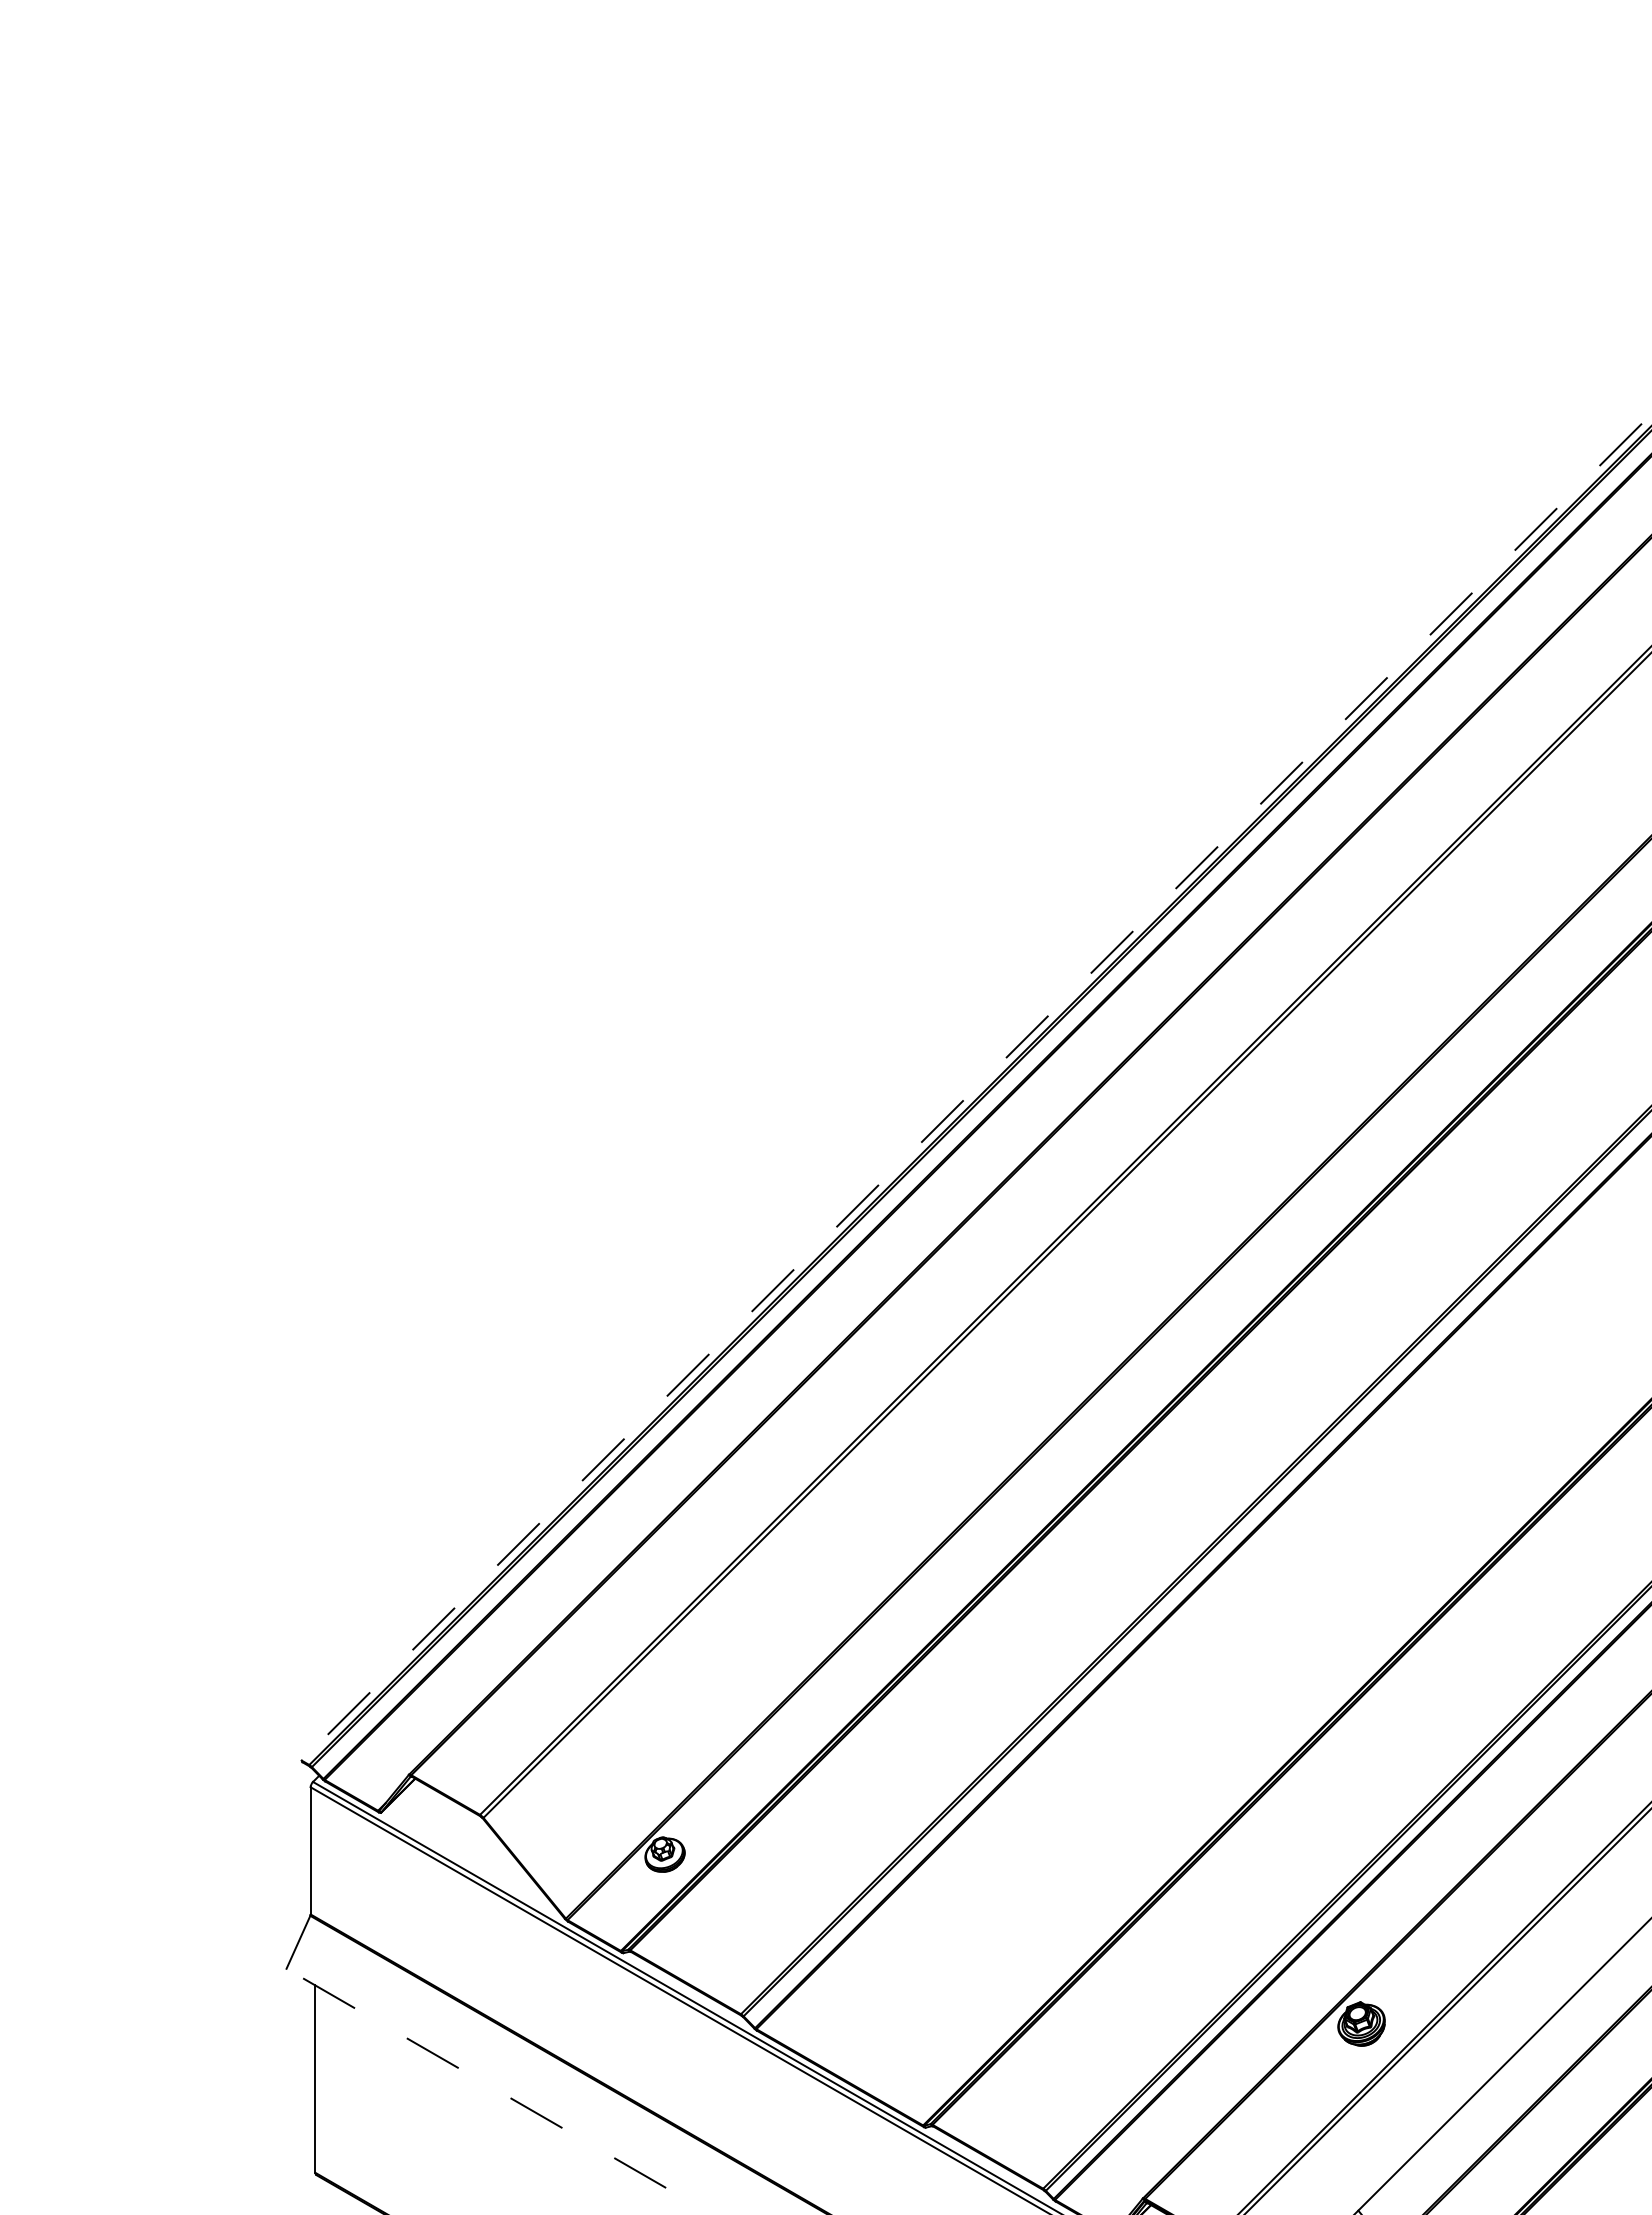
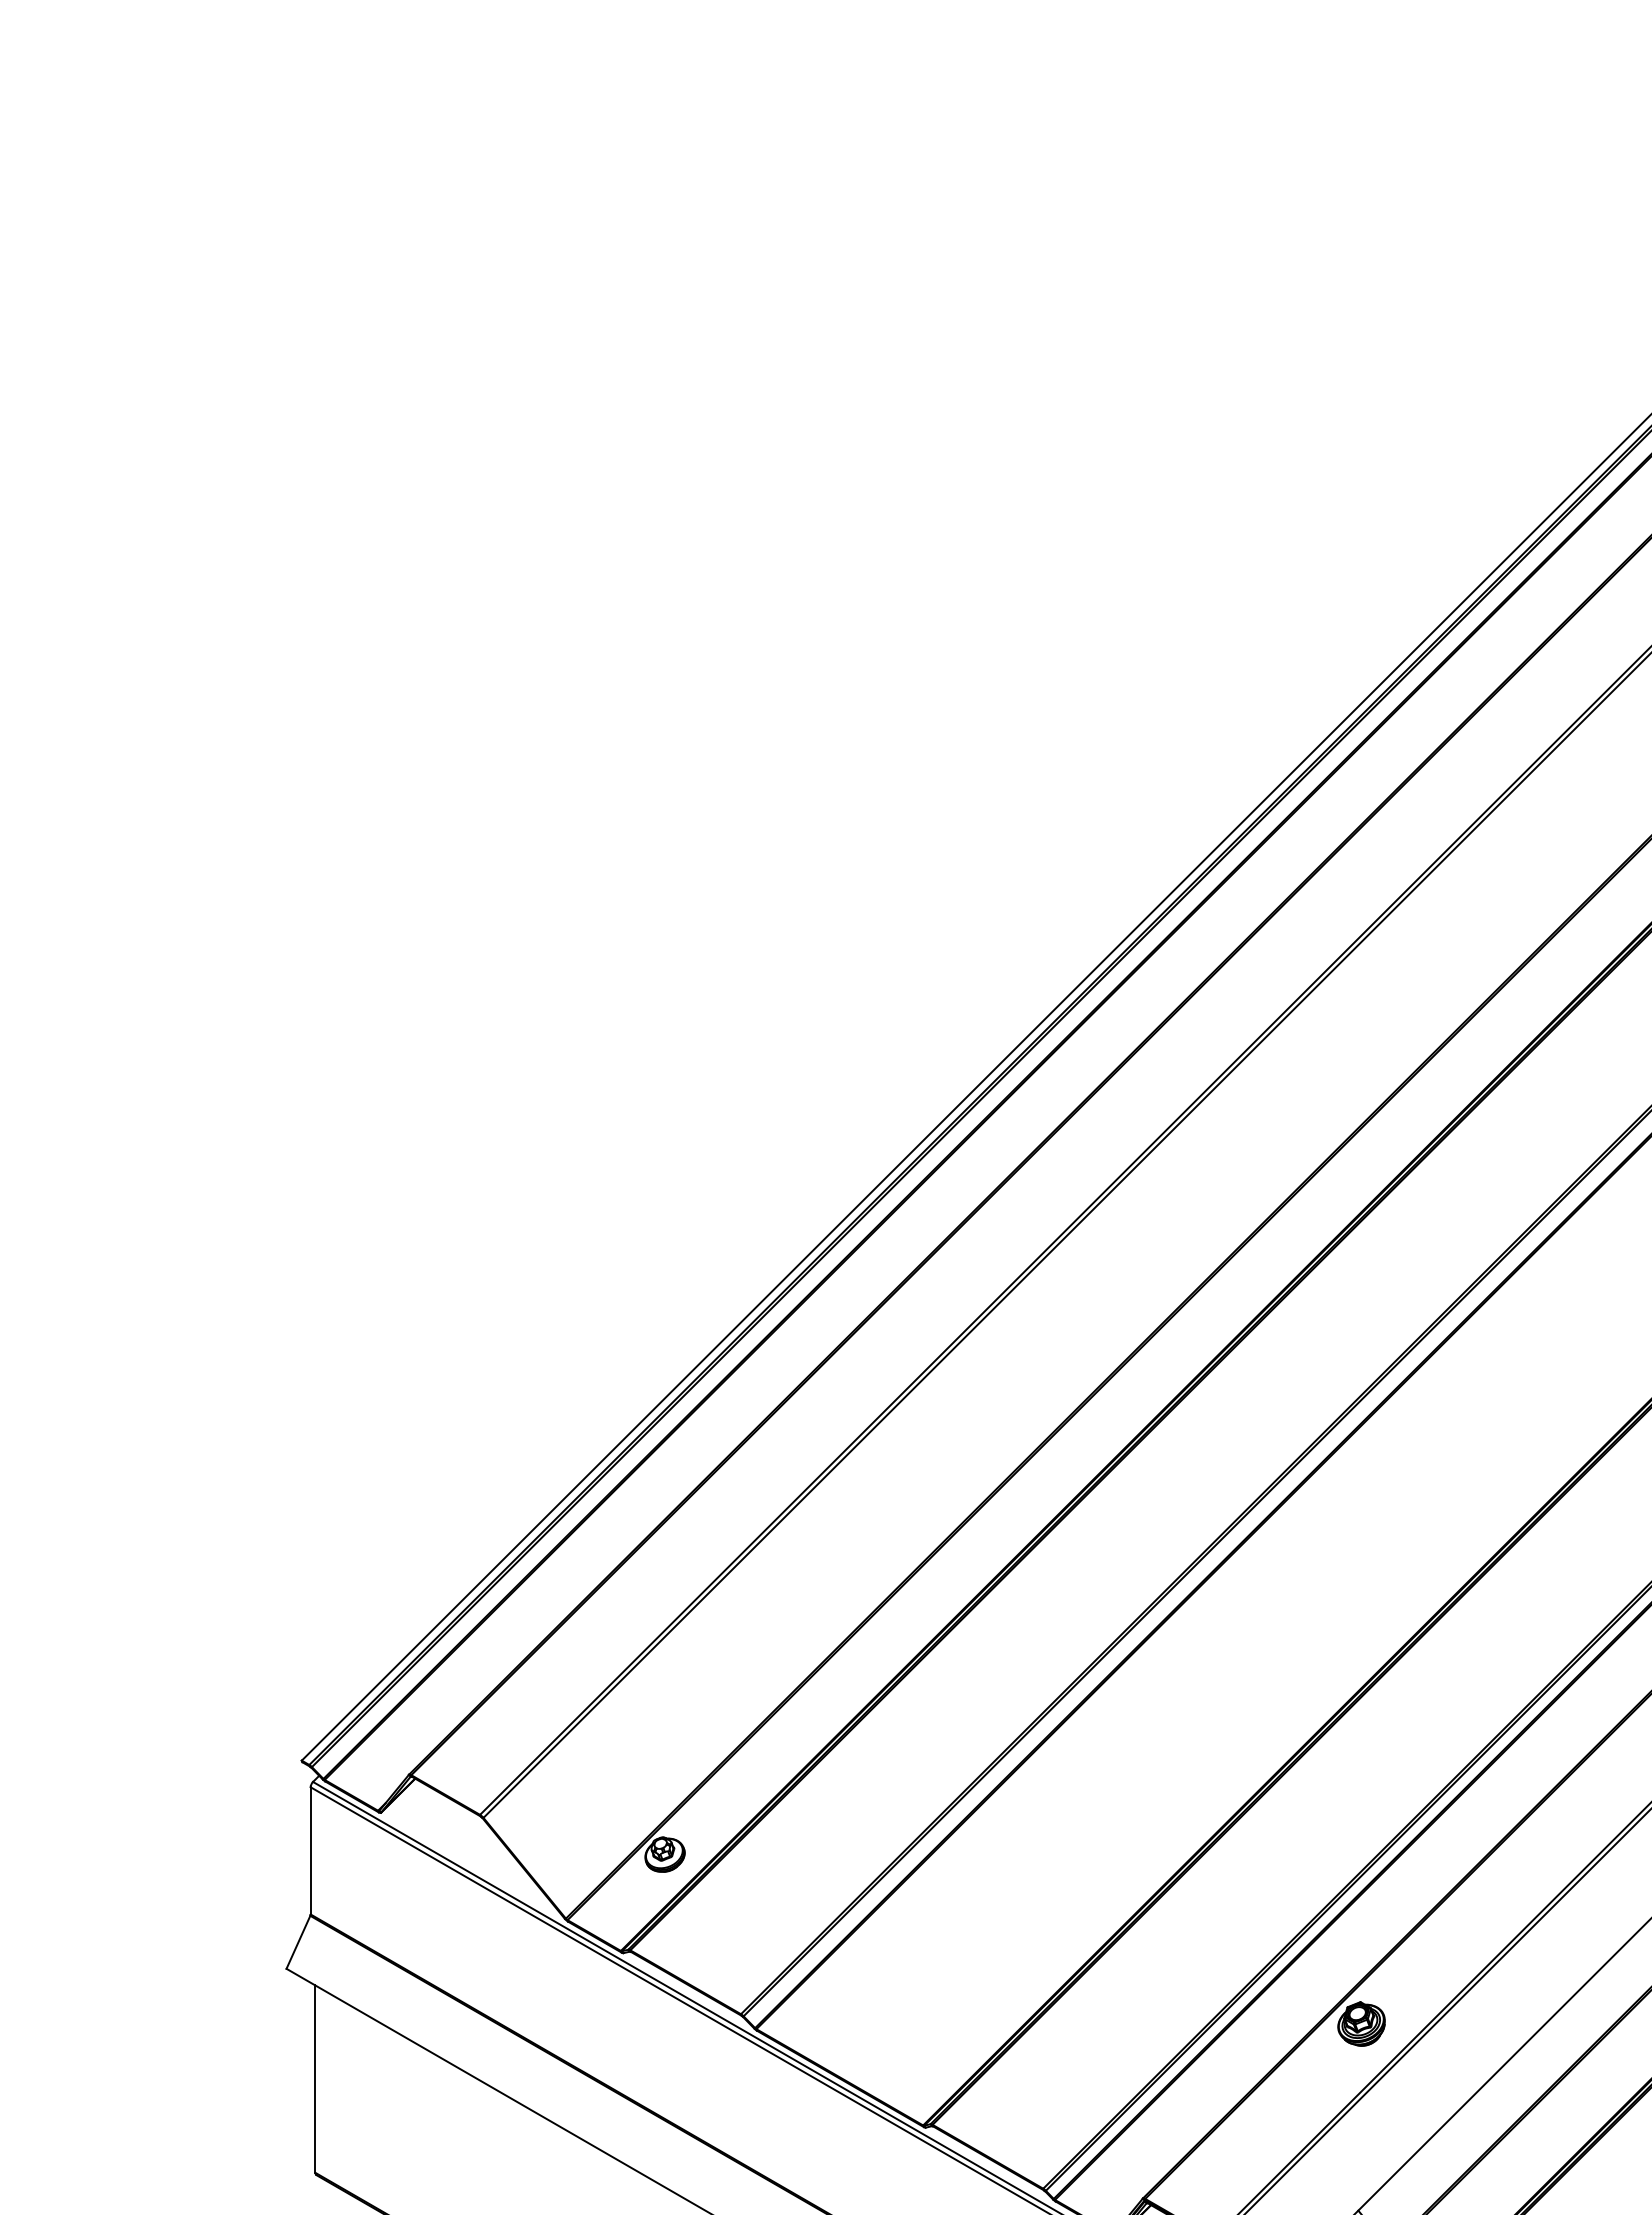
line at (976, 1087): dashed -> solid
line at (499, 2091): dashed -> solid
